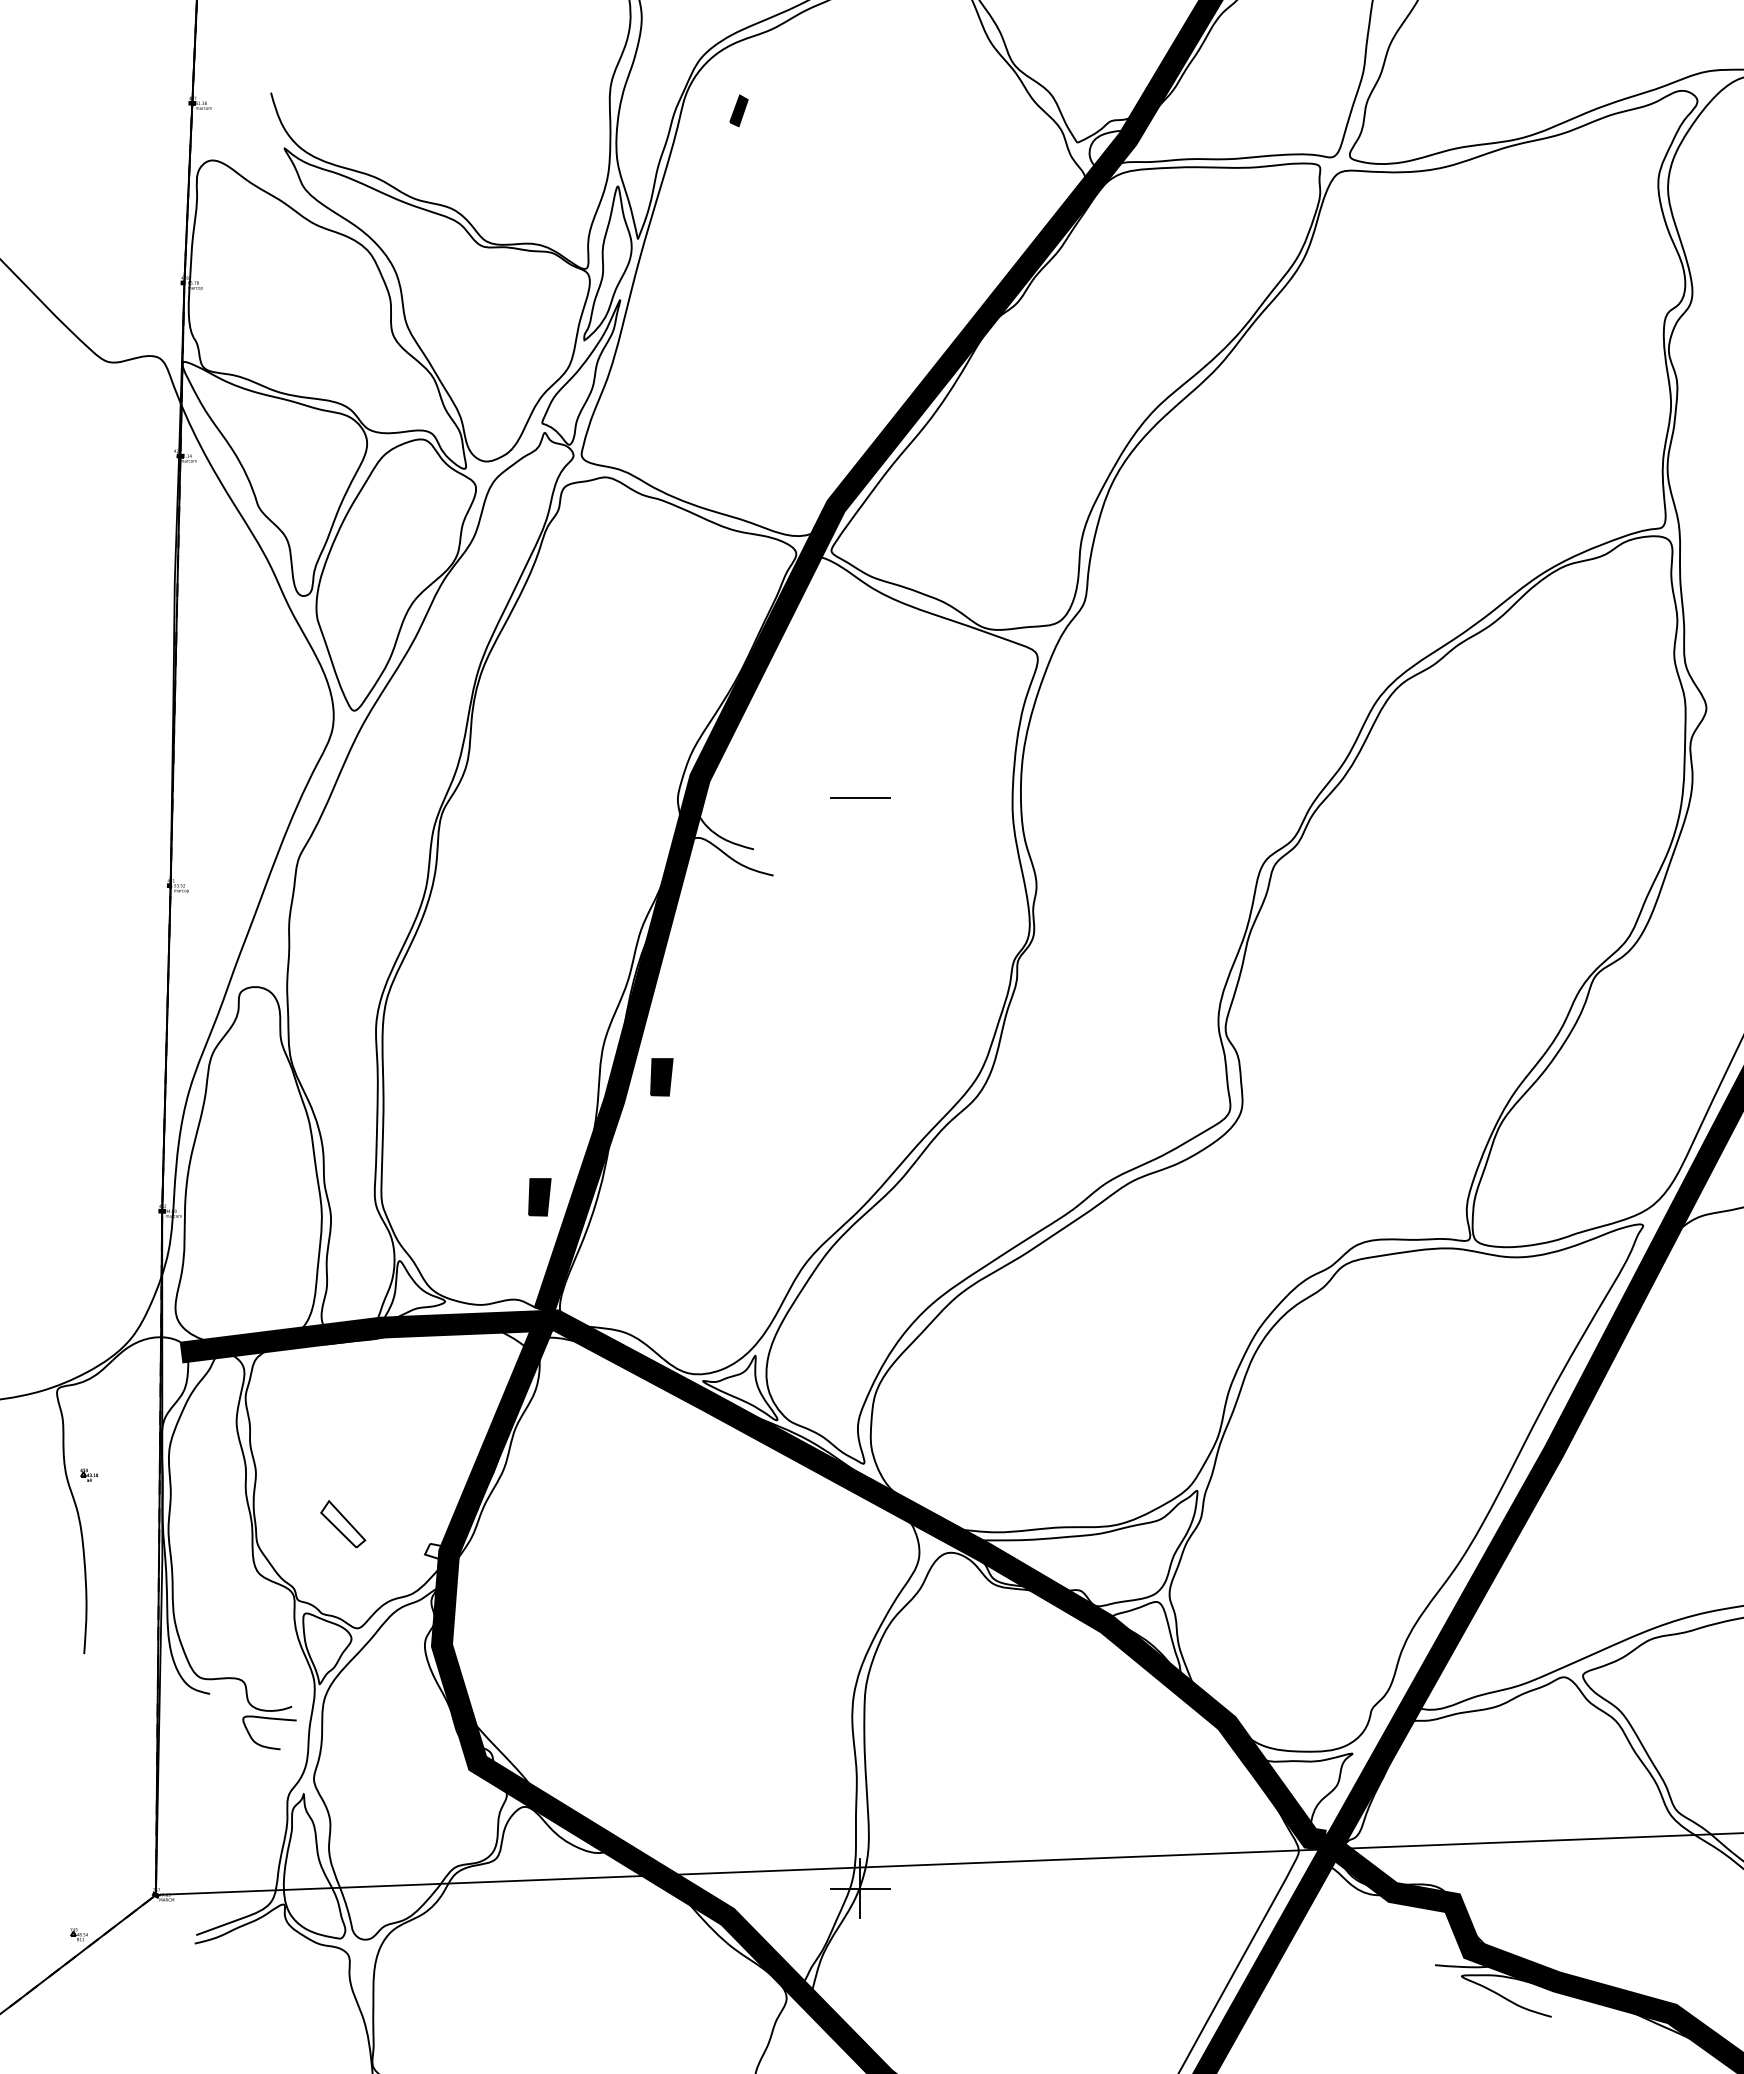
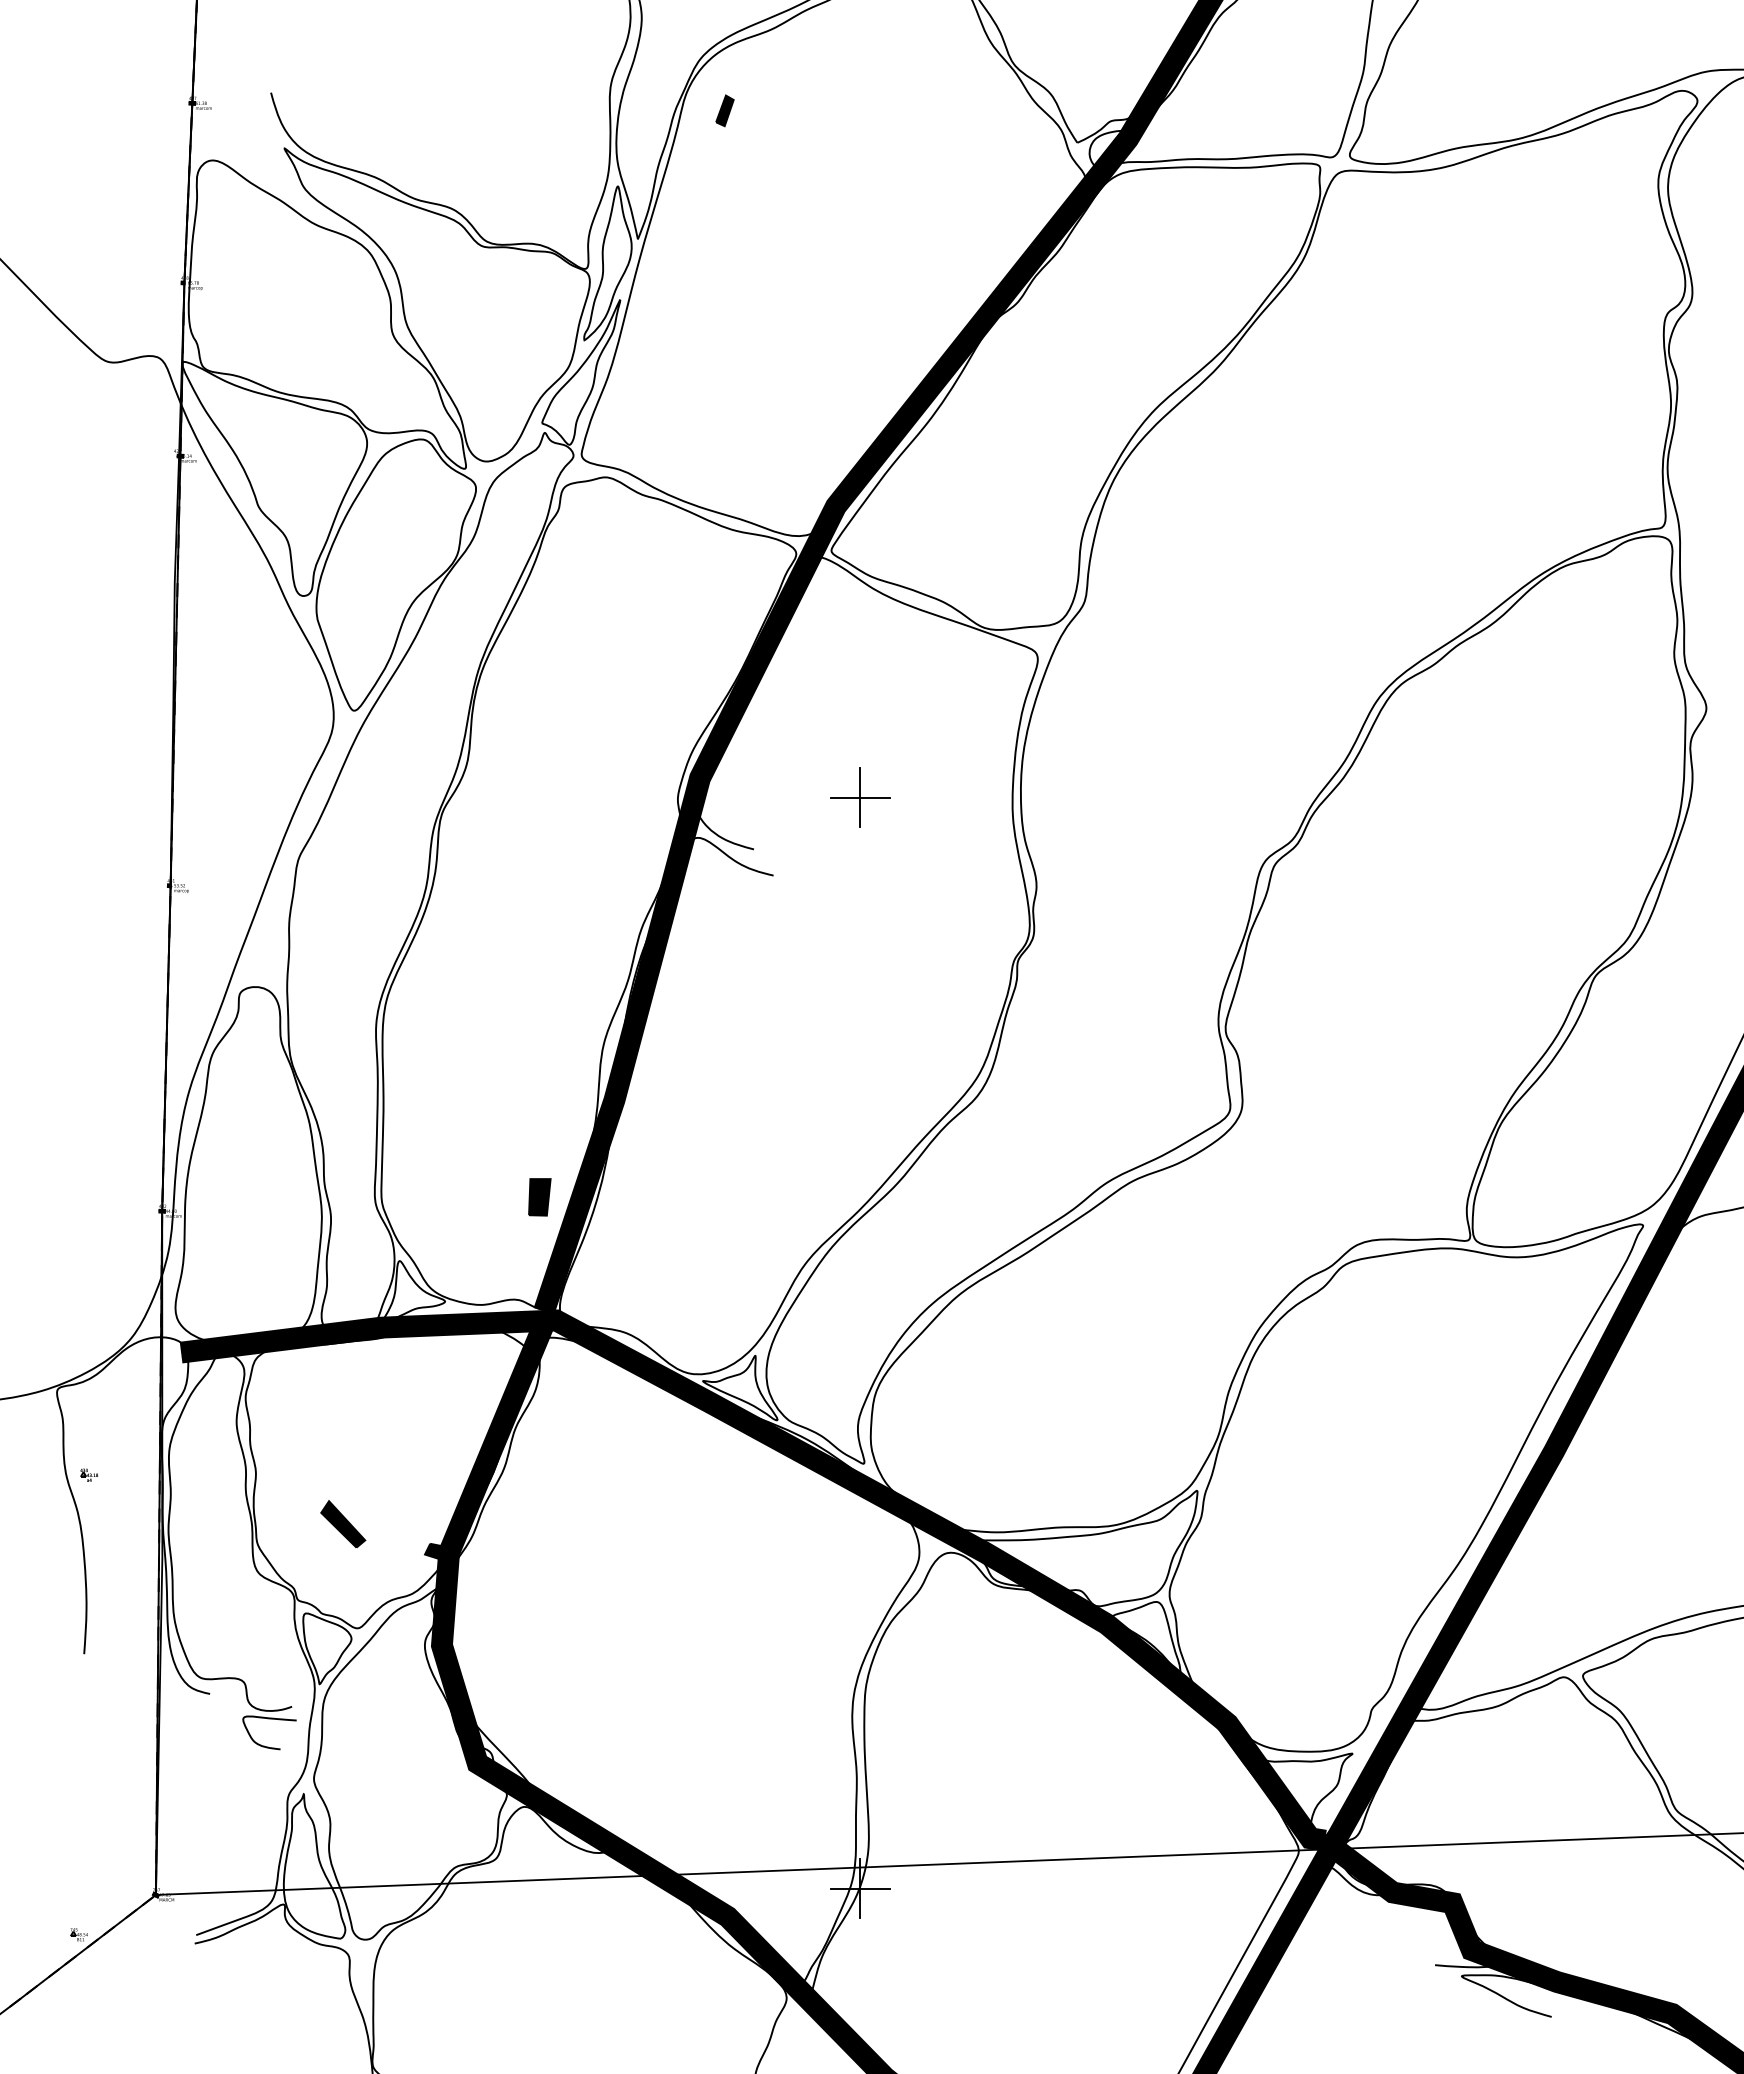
part at (738, 110) position: (738, 110) -> (724, 110)
line at (860, 797): none -> present
part at (661, 1077): present -> none
fill at (343, 1524): none -> present
fill at (436, 1551): none -> present
